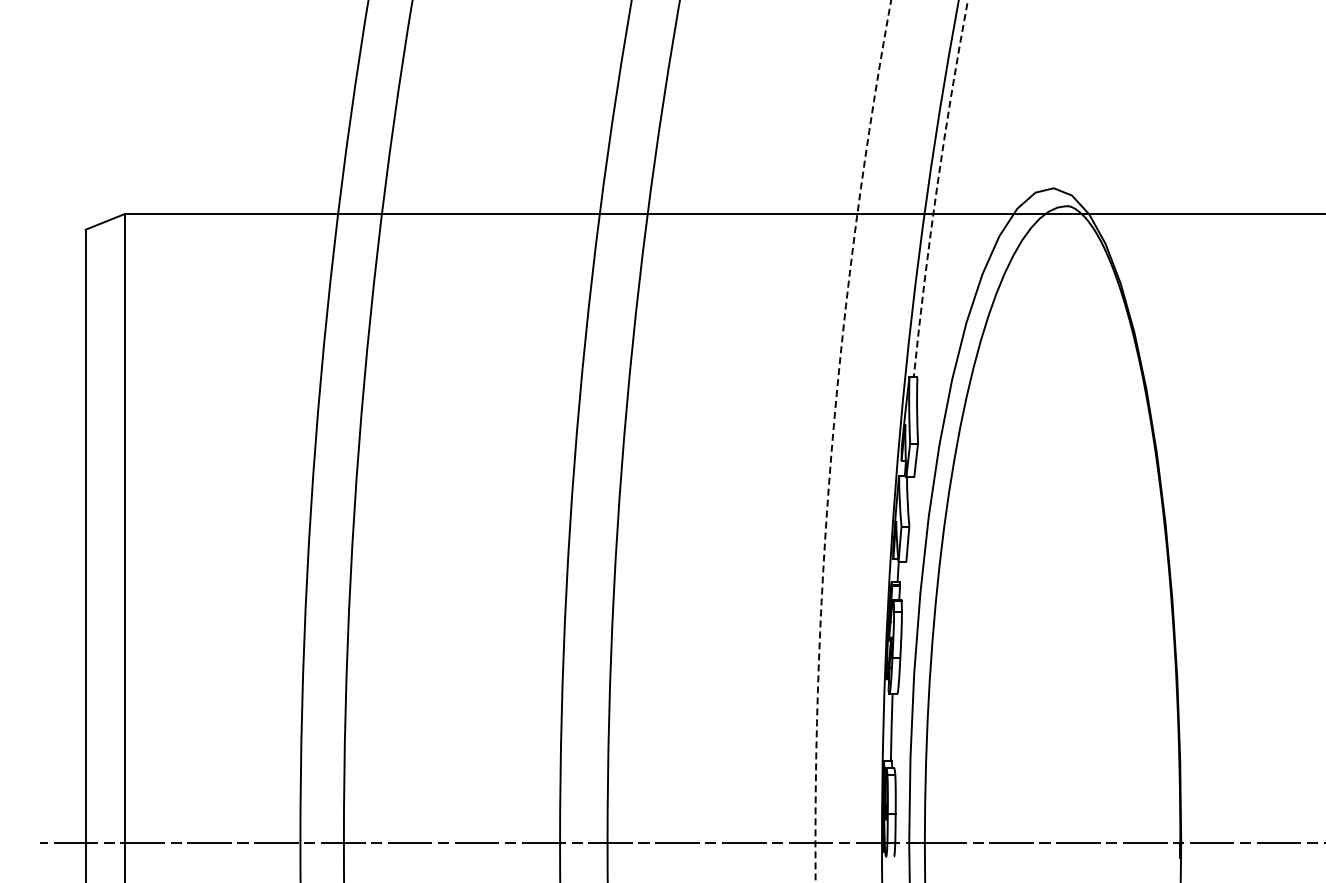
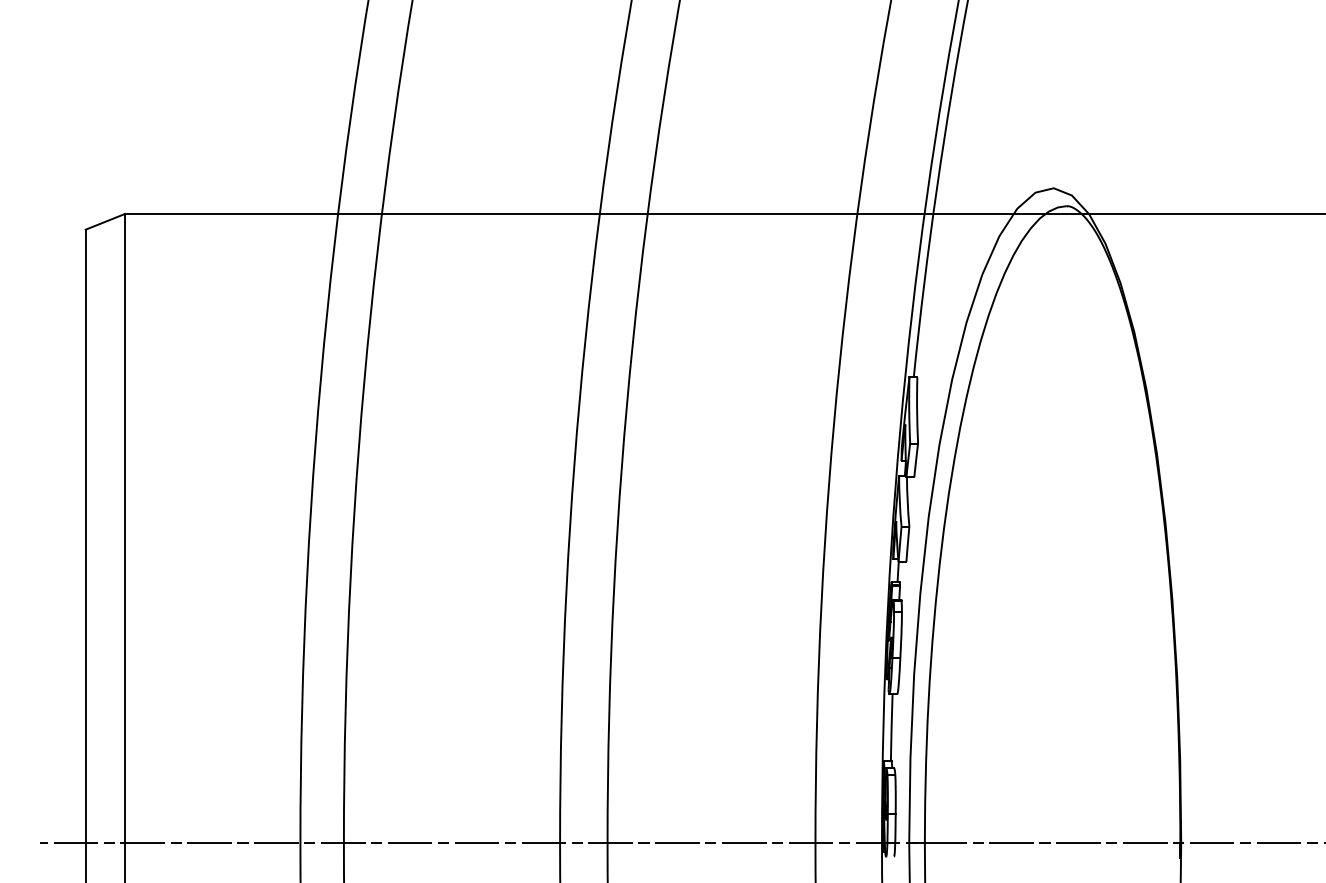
arc at (937, 187): dashed -> solid
circle at (853, 441): dashed -> solid
